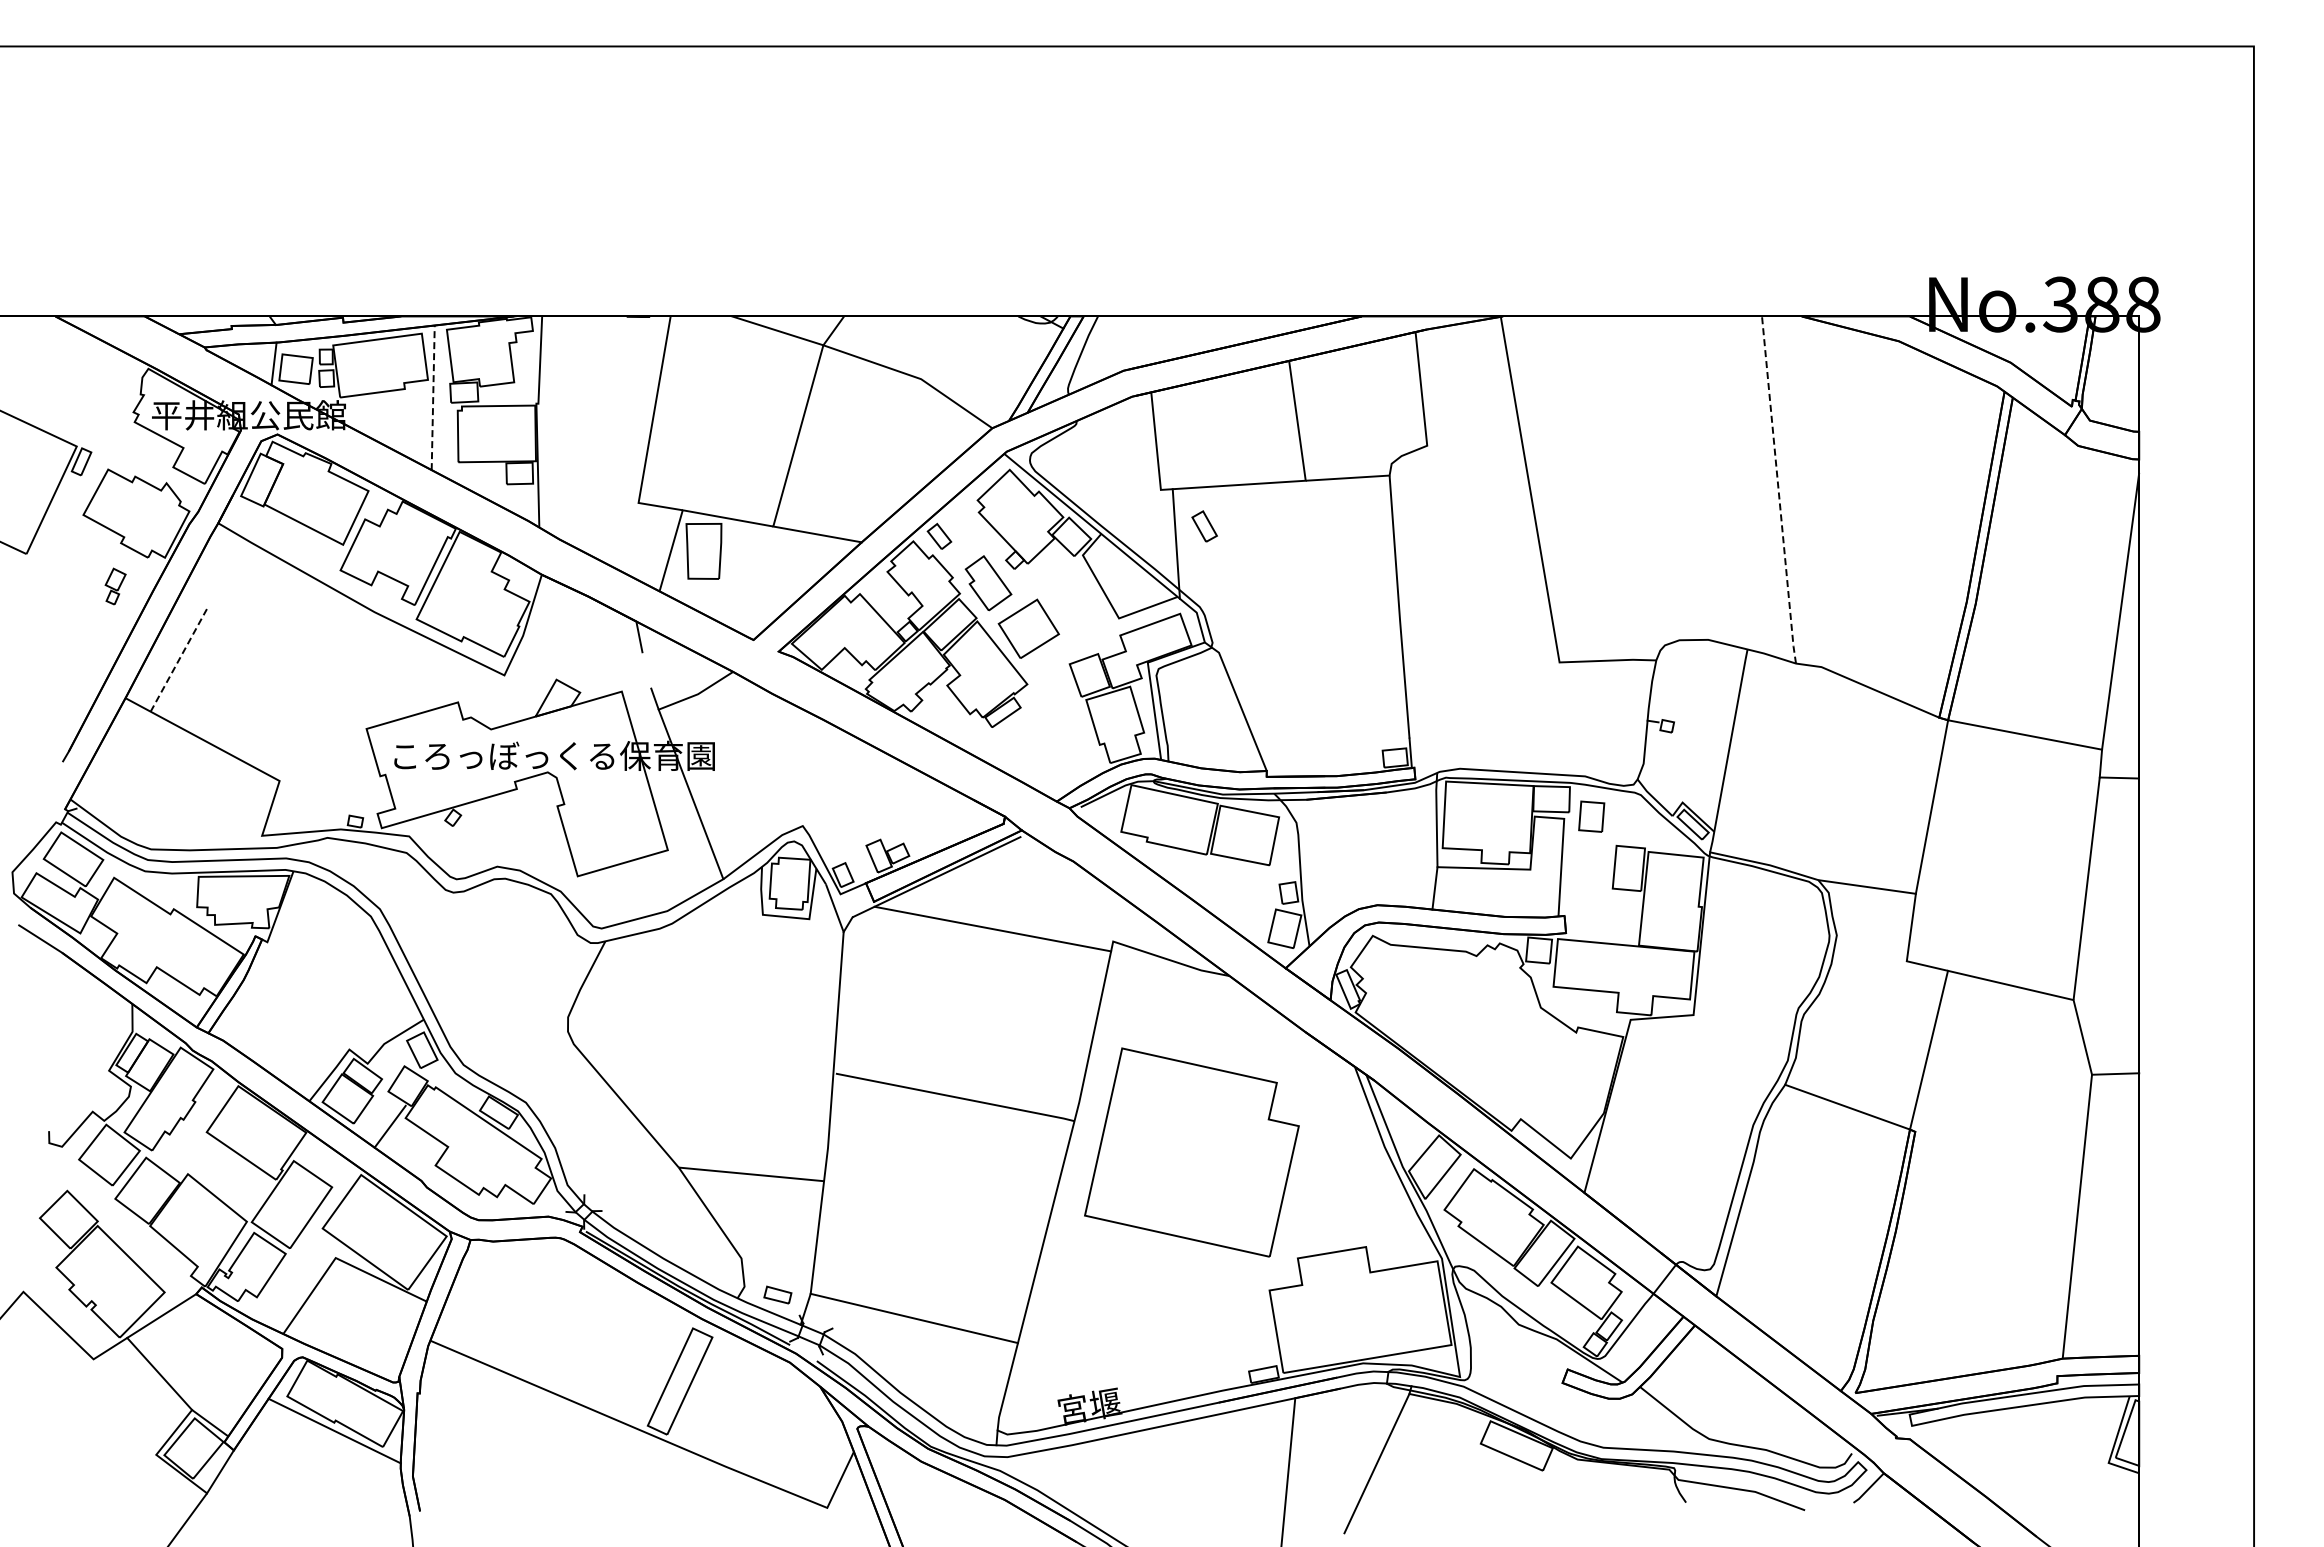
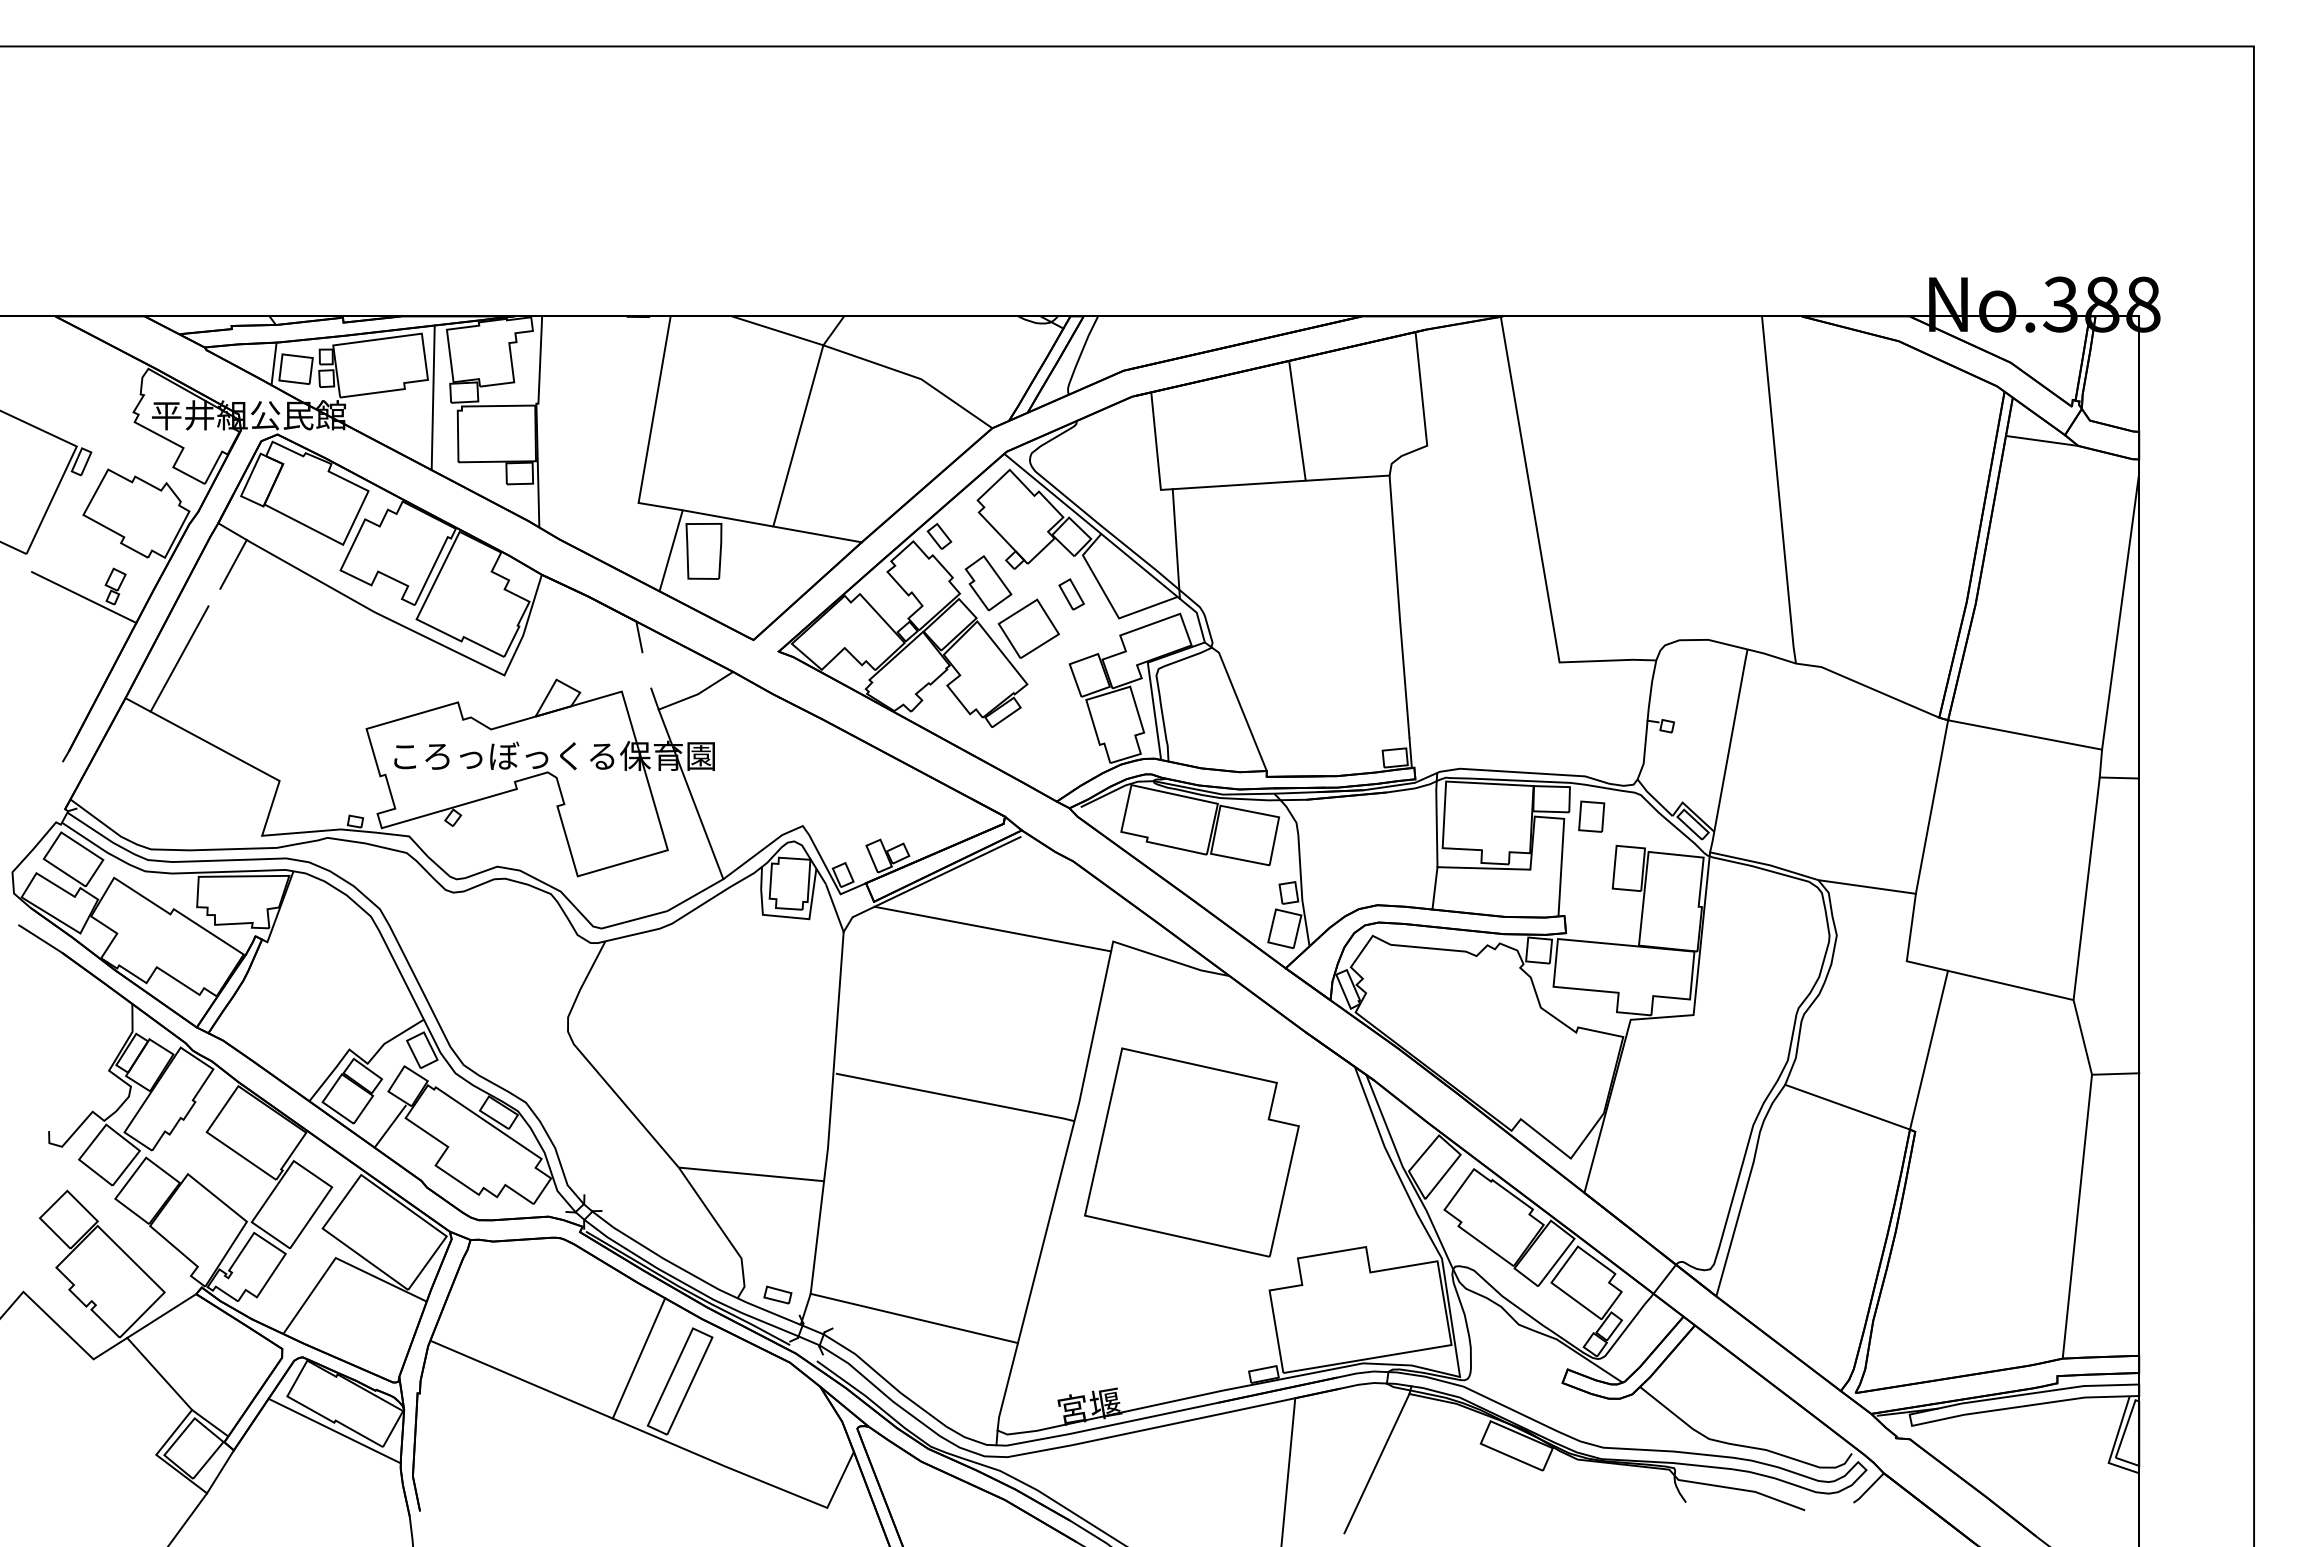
line at (433, 397): dashed -> solid
line at (2041, 440): none -> present
line at (1778, 490): dashed -> solid
part at (1204, 526) position: (1204, 526) -> (1071, 594)
line at (233, 564): none -> present
line at (84, 597): none -> present
line at (179, 658): dashed -> solid
line at (638, 1358): none -> present
